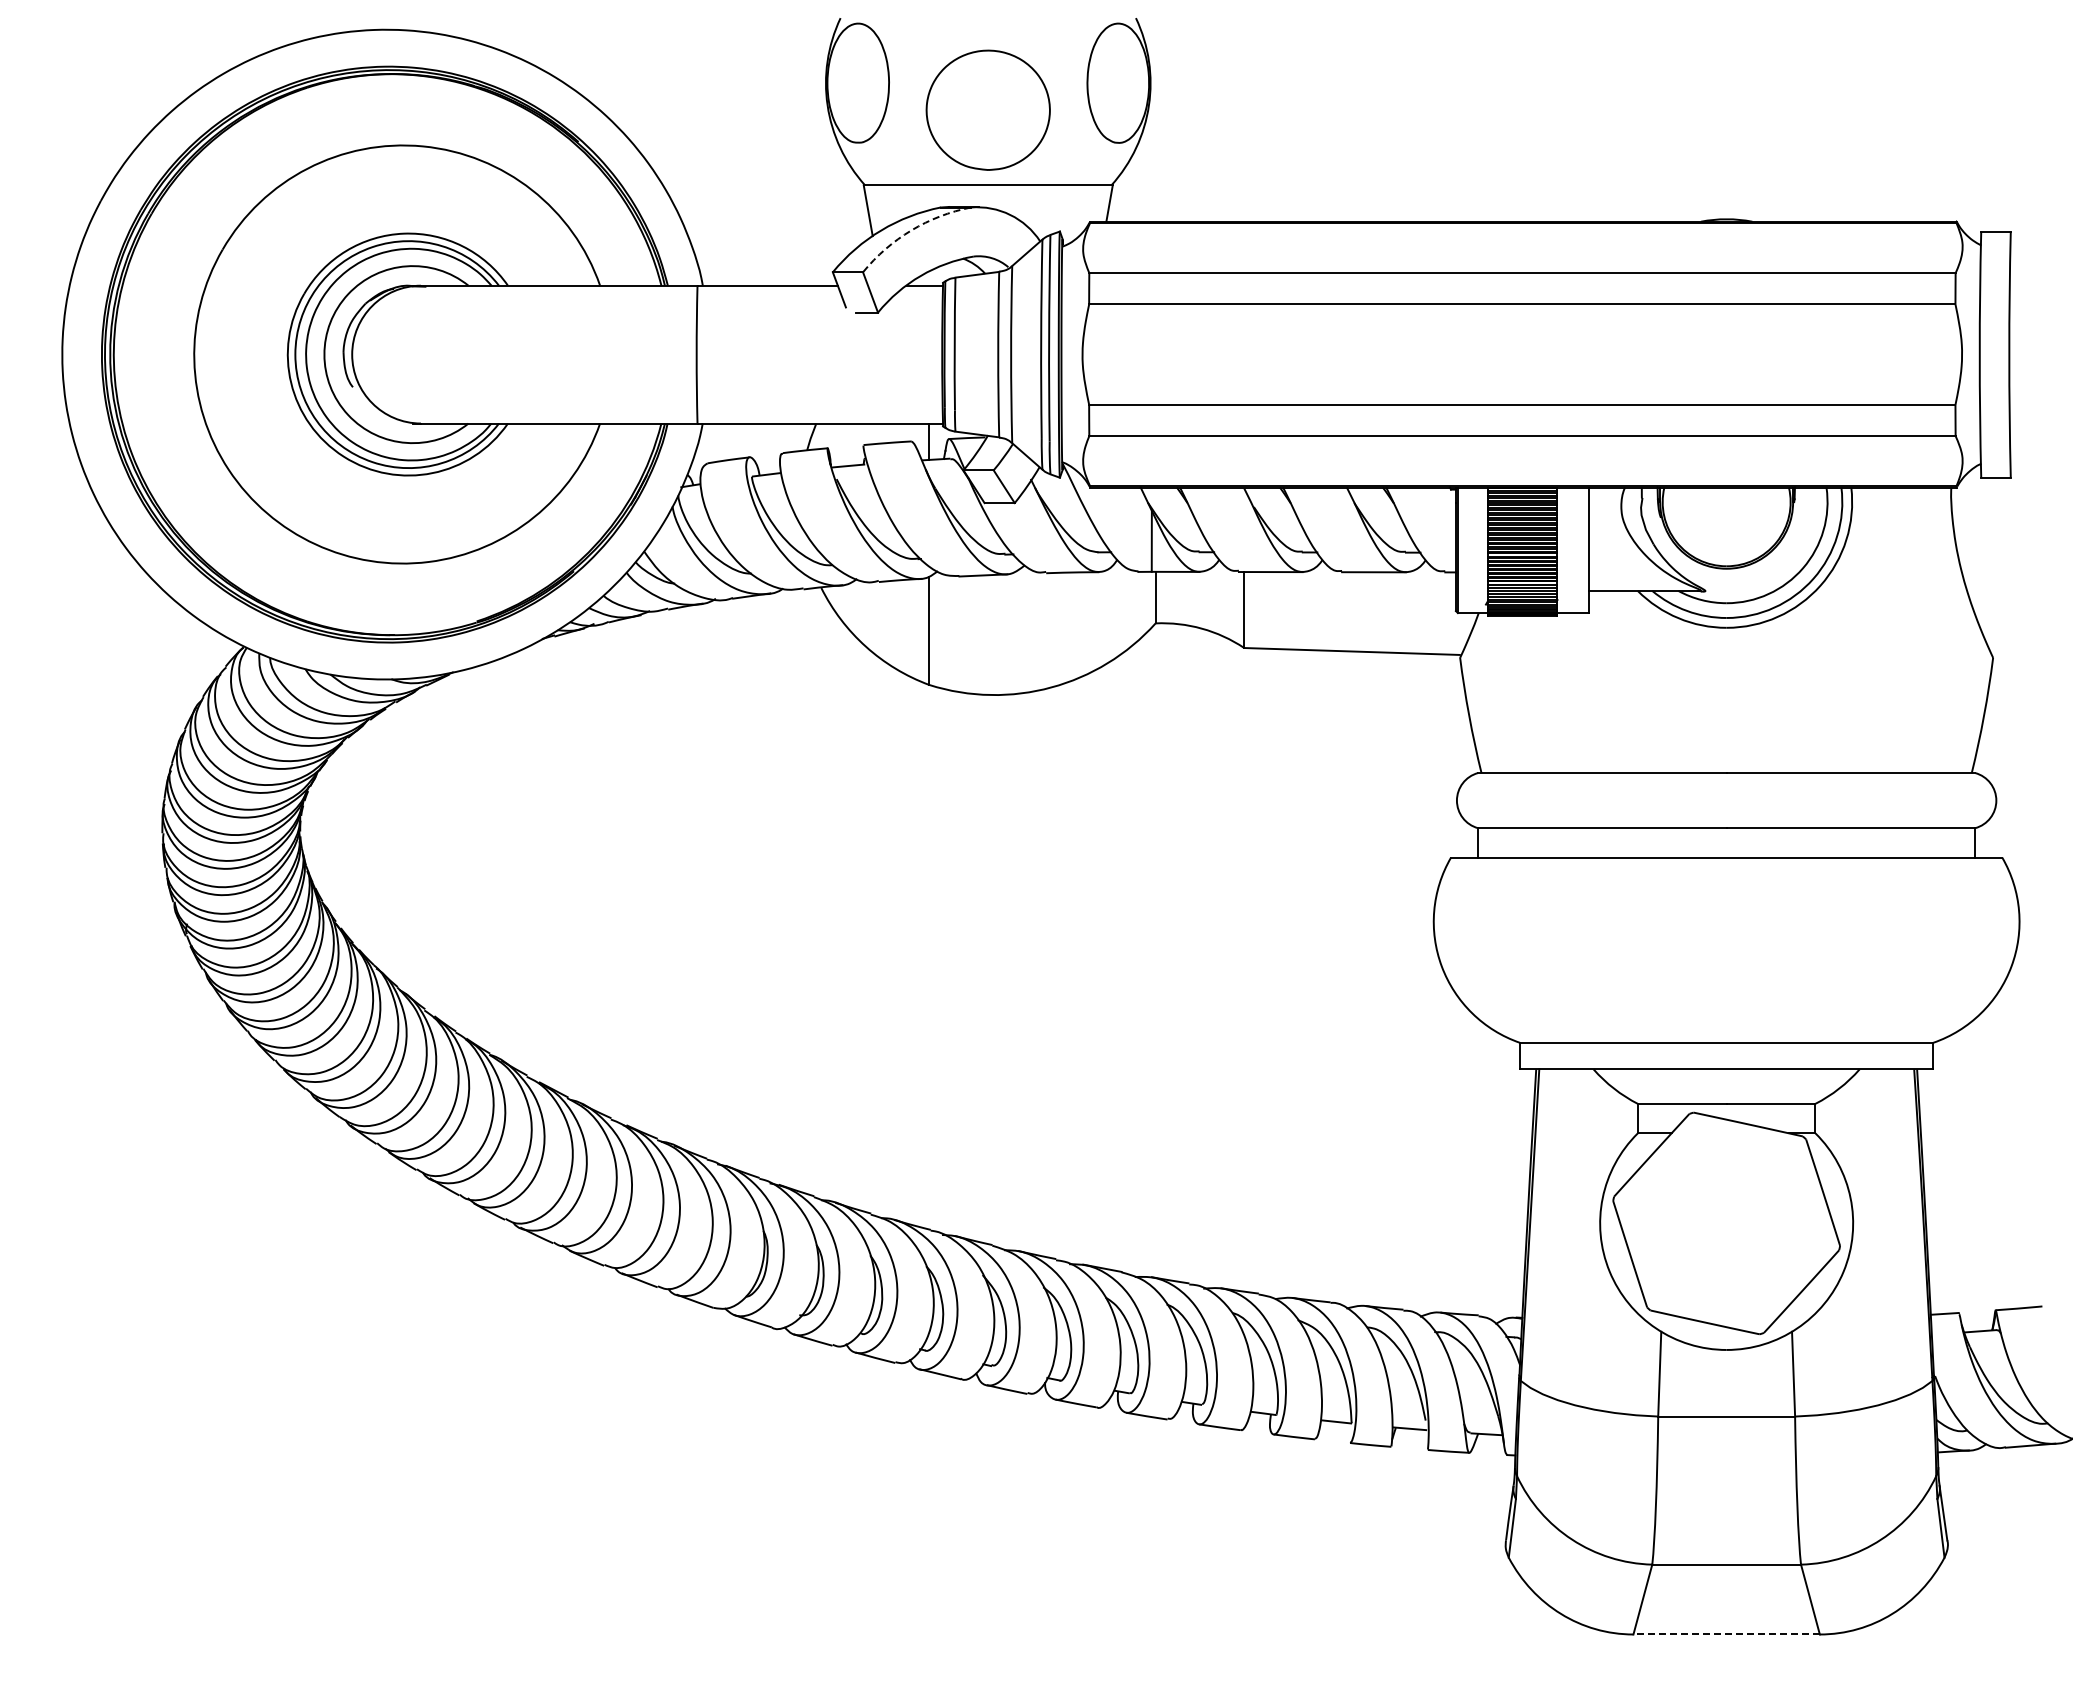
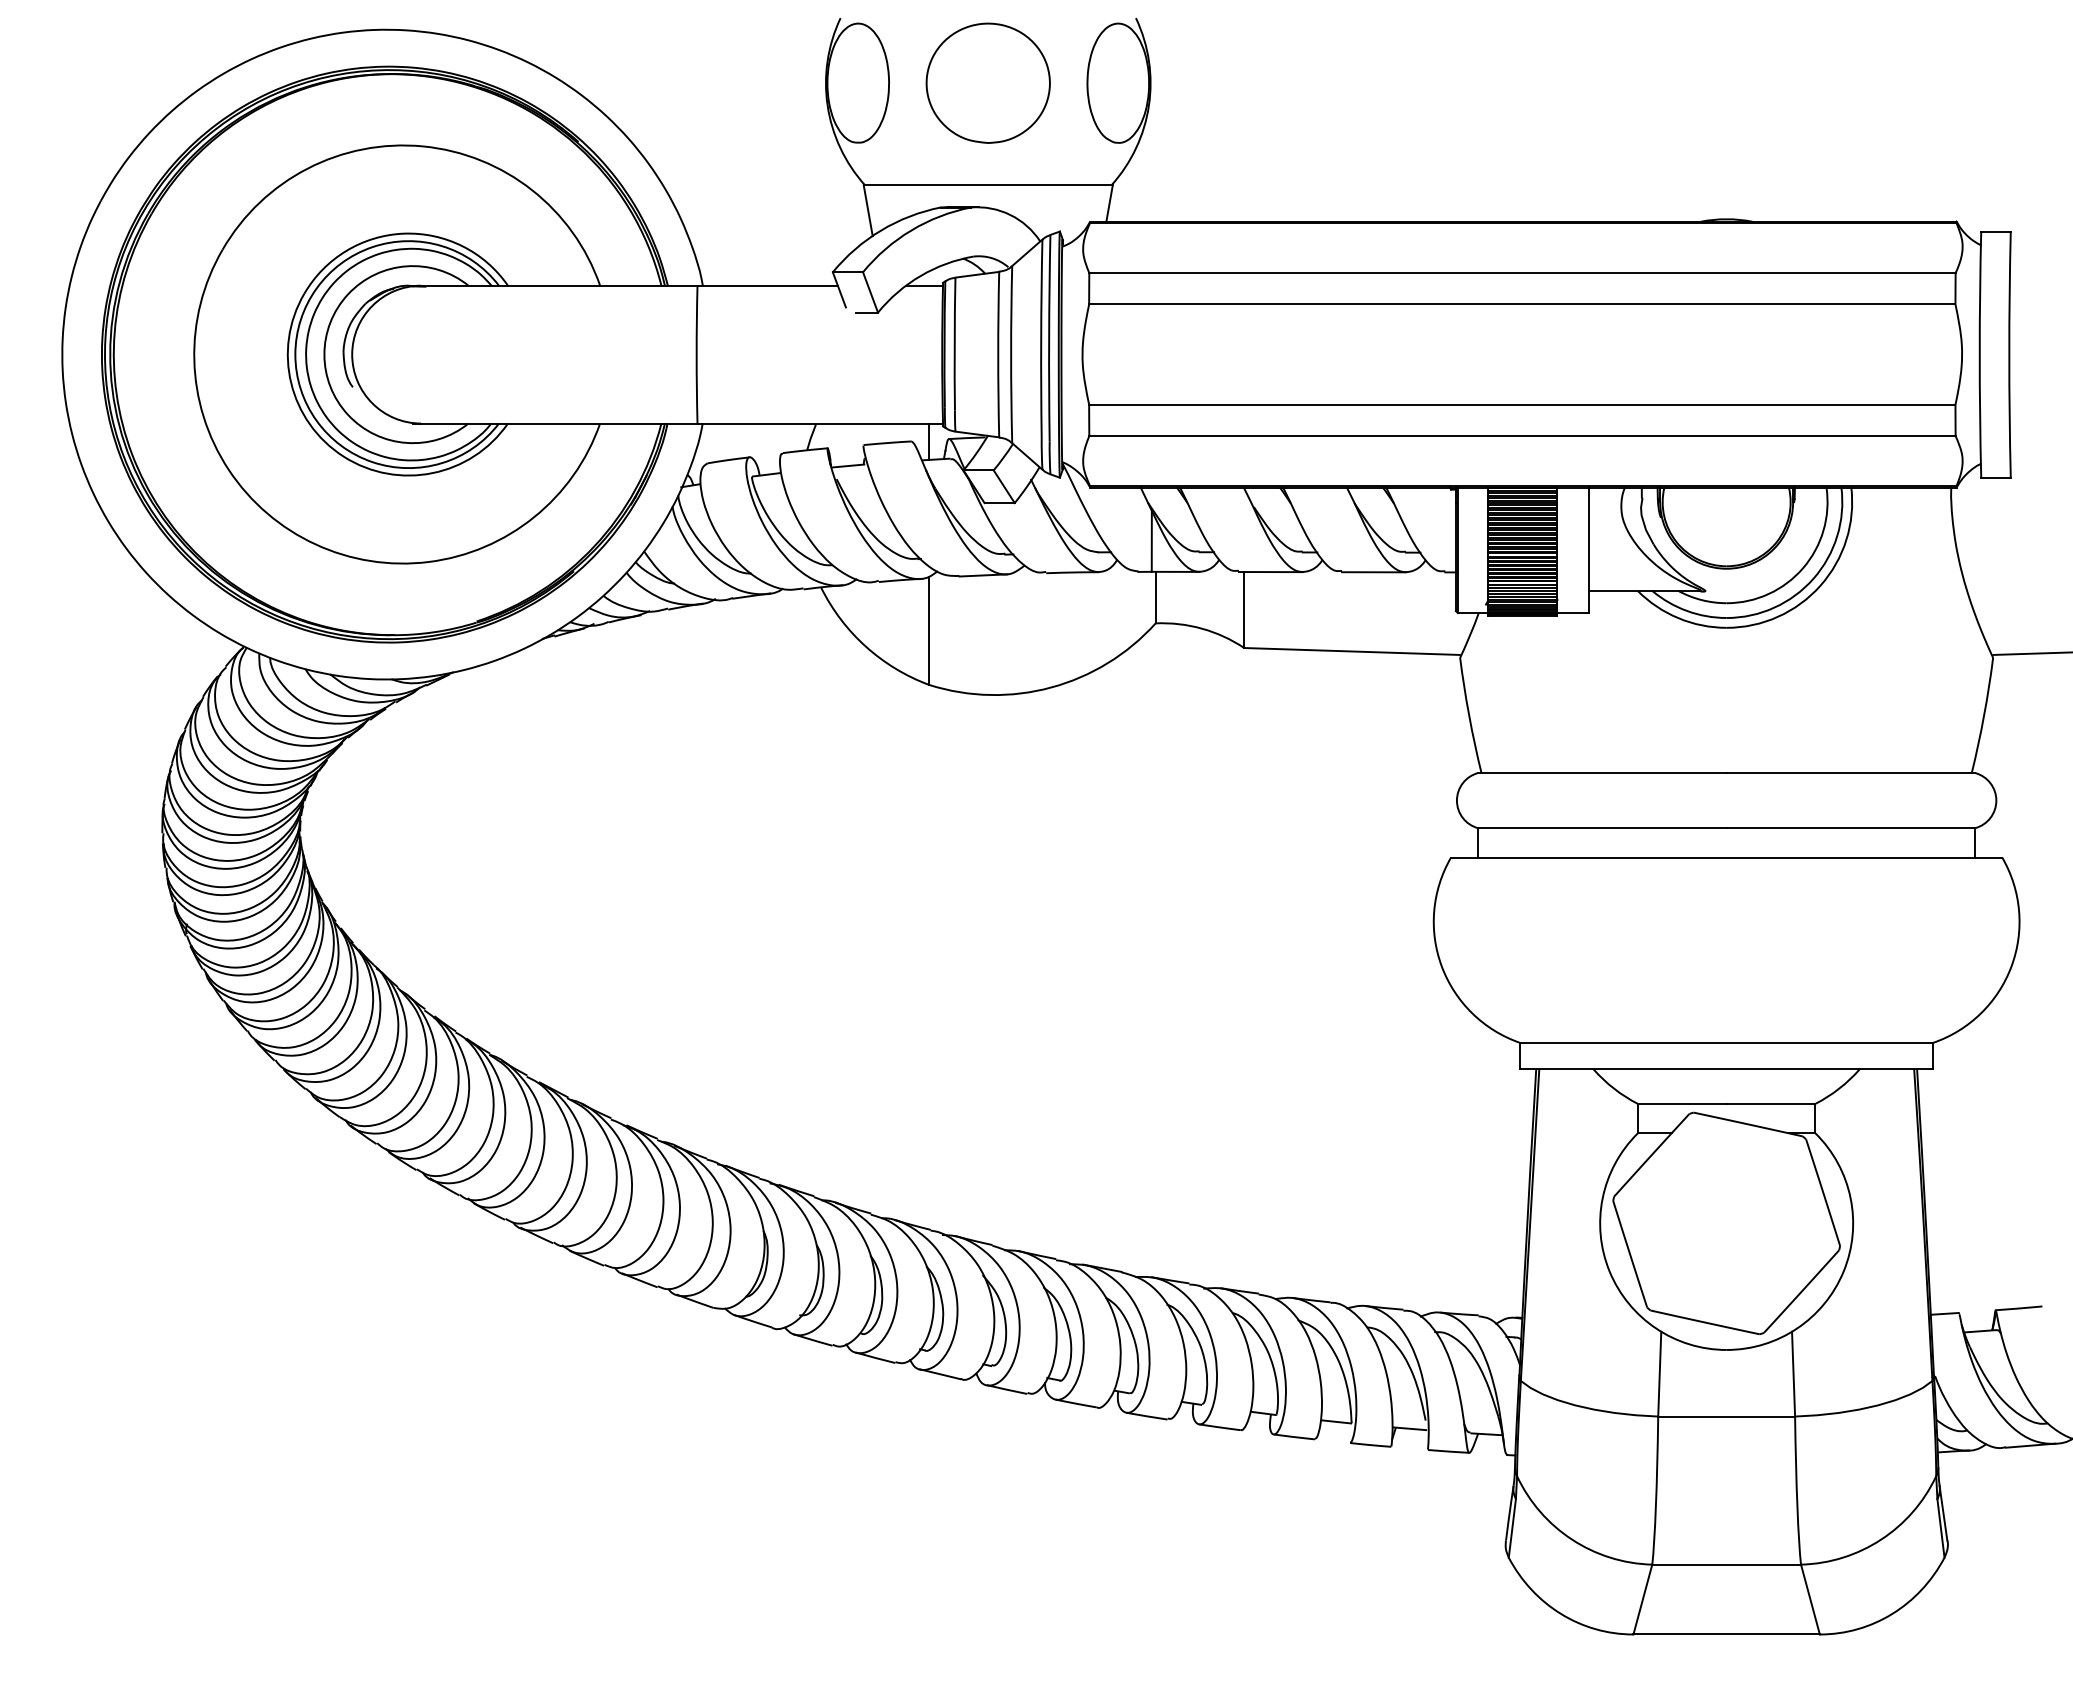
part at (987, 109) position: (987, 109) -> (987, 82)
arc at (911, 230): dashed -> solid
line at (2031, 653): none -> present
line at (1726, 1634): dashed -> solid
